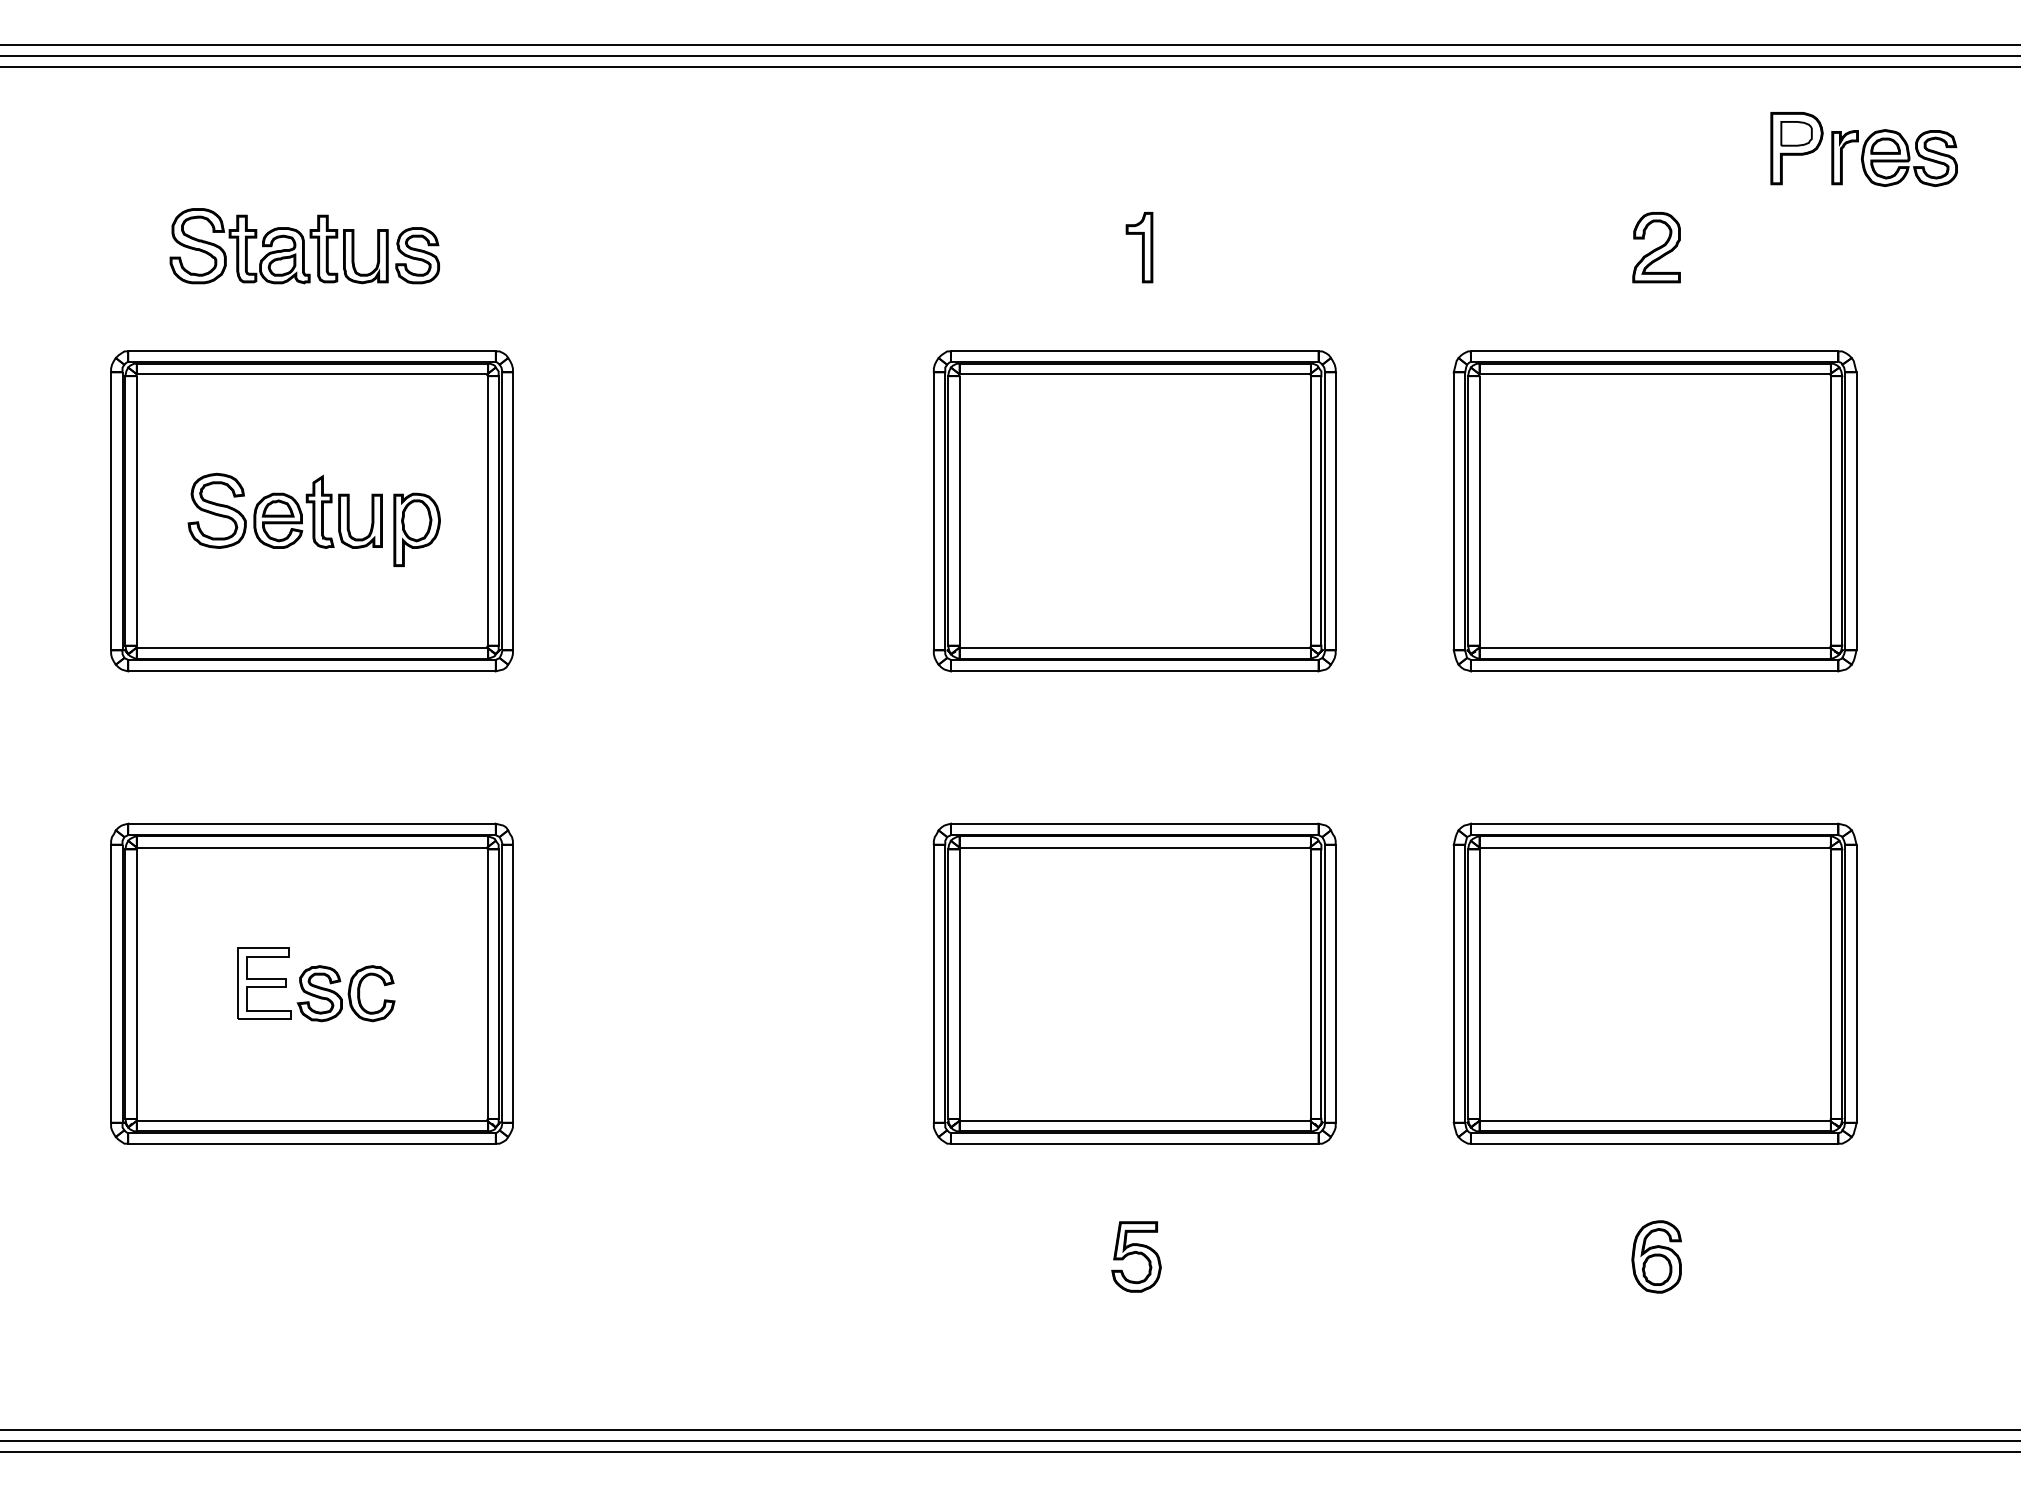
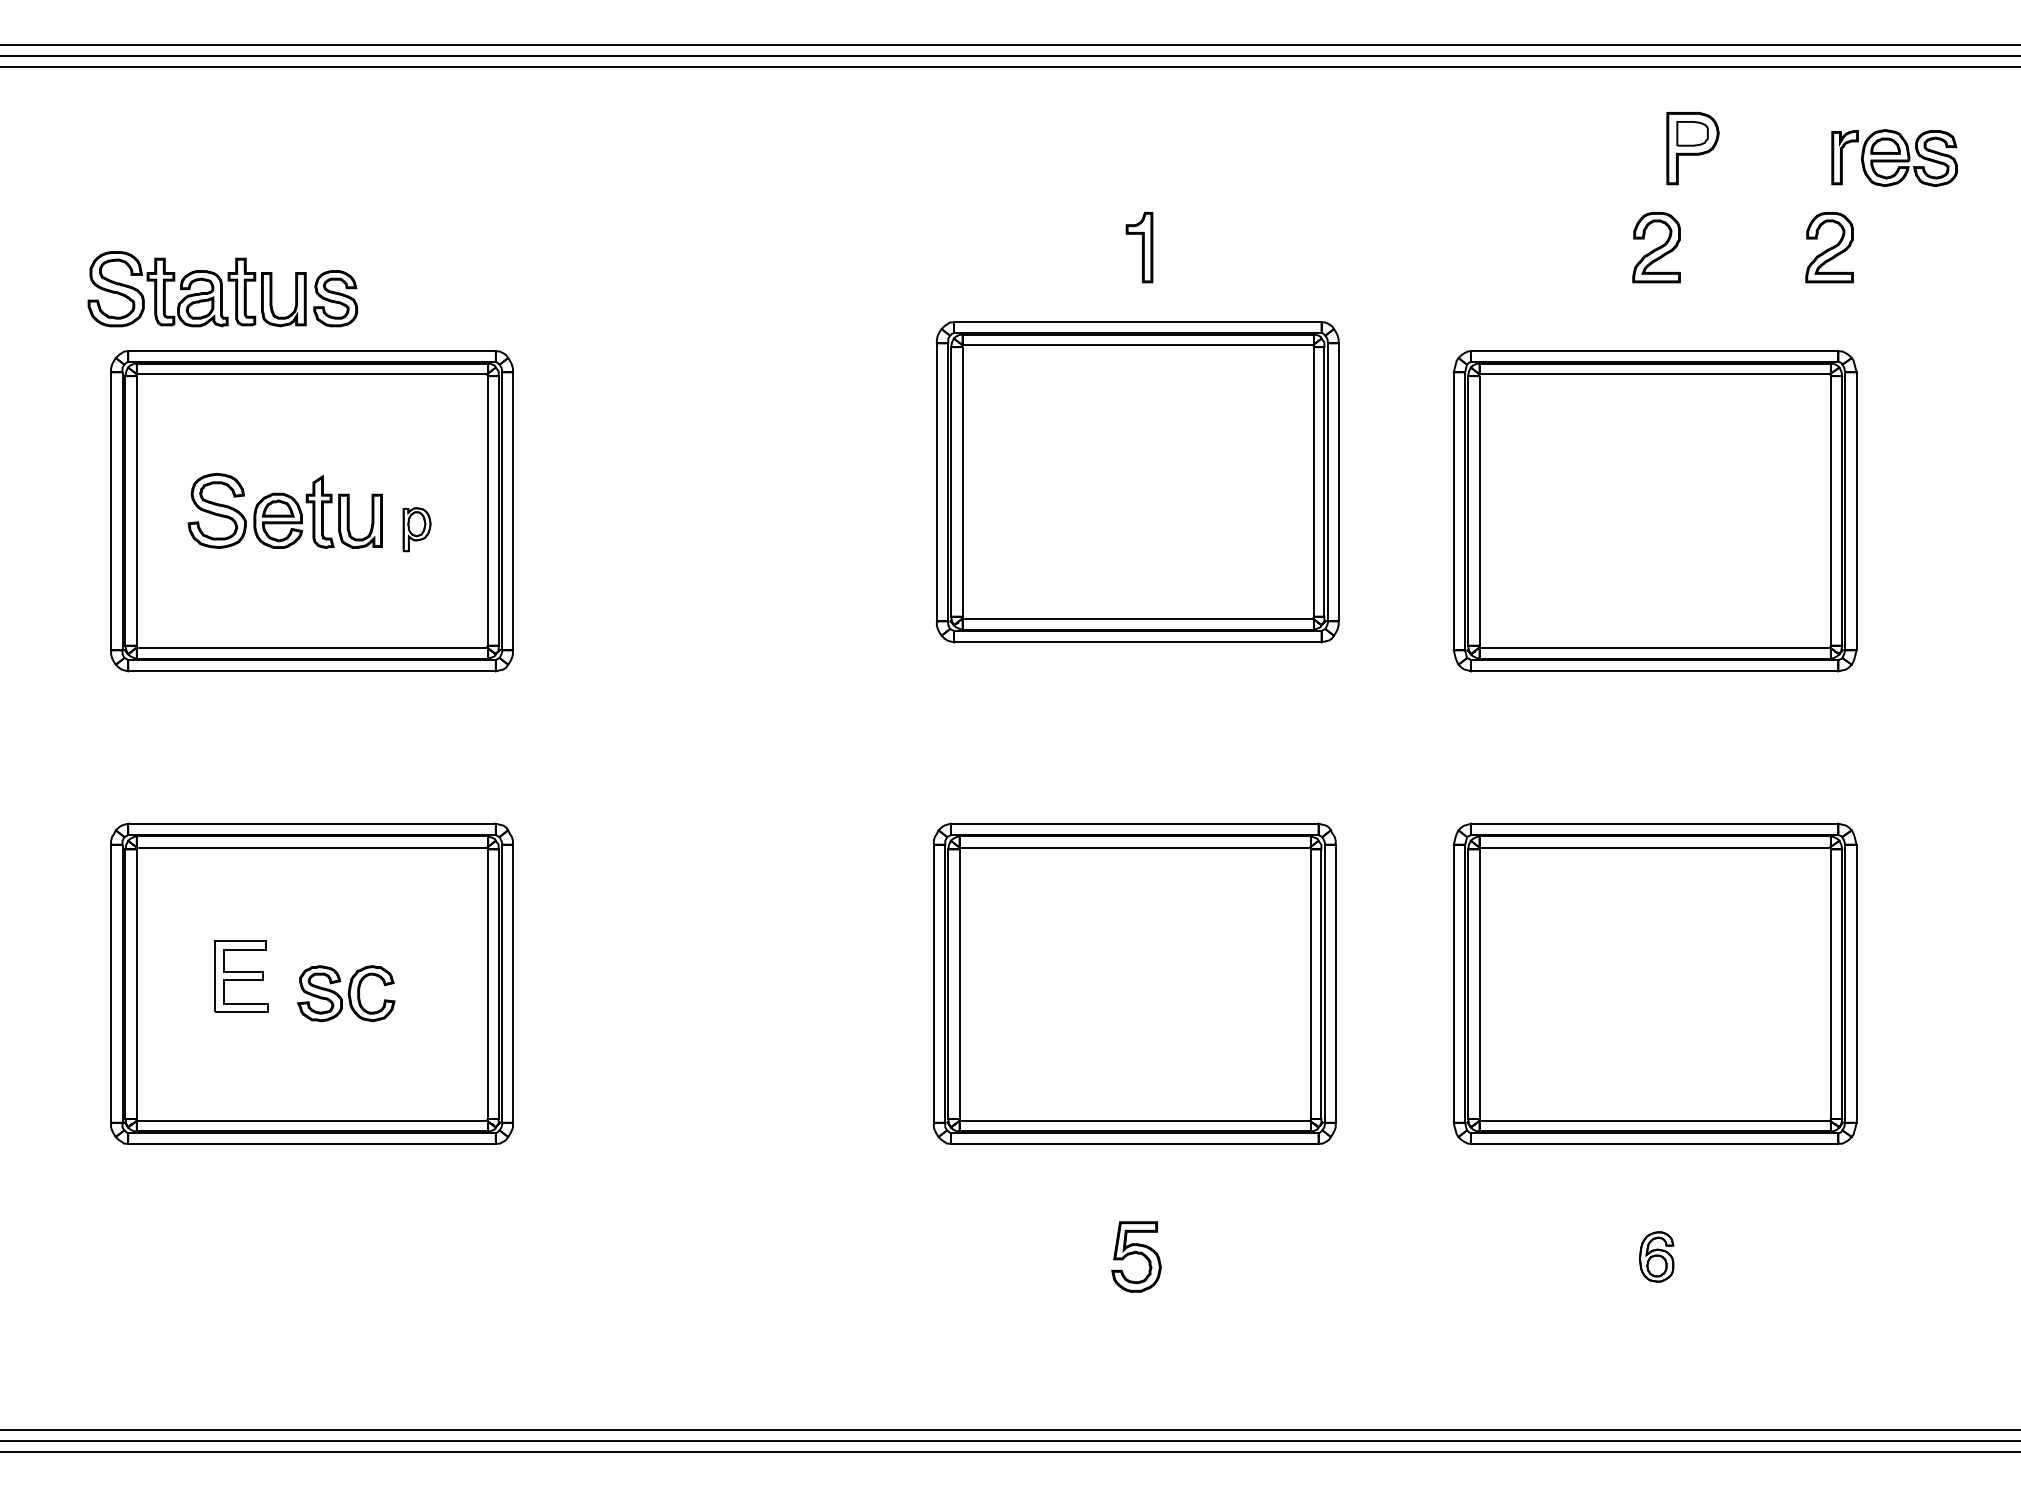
part at (1796, 148) position: (1796, 148) -> (1692, 148)
part at (304, 246) position: (304, 246) -> (222, 289)
part at (1829, 247): none -> present
part at (1134, 511) position: (1134, 511) -> (1137, 482)
part at (416, 529) size: 48x75 px -> 30x46 px
part at (264, 983) position: (264, 983) -> (241, 976)
part at (1656, 1256) size: 51x74 px -> 36x52 px
